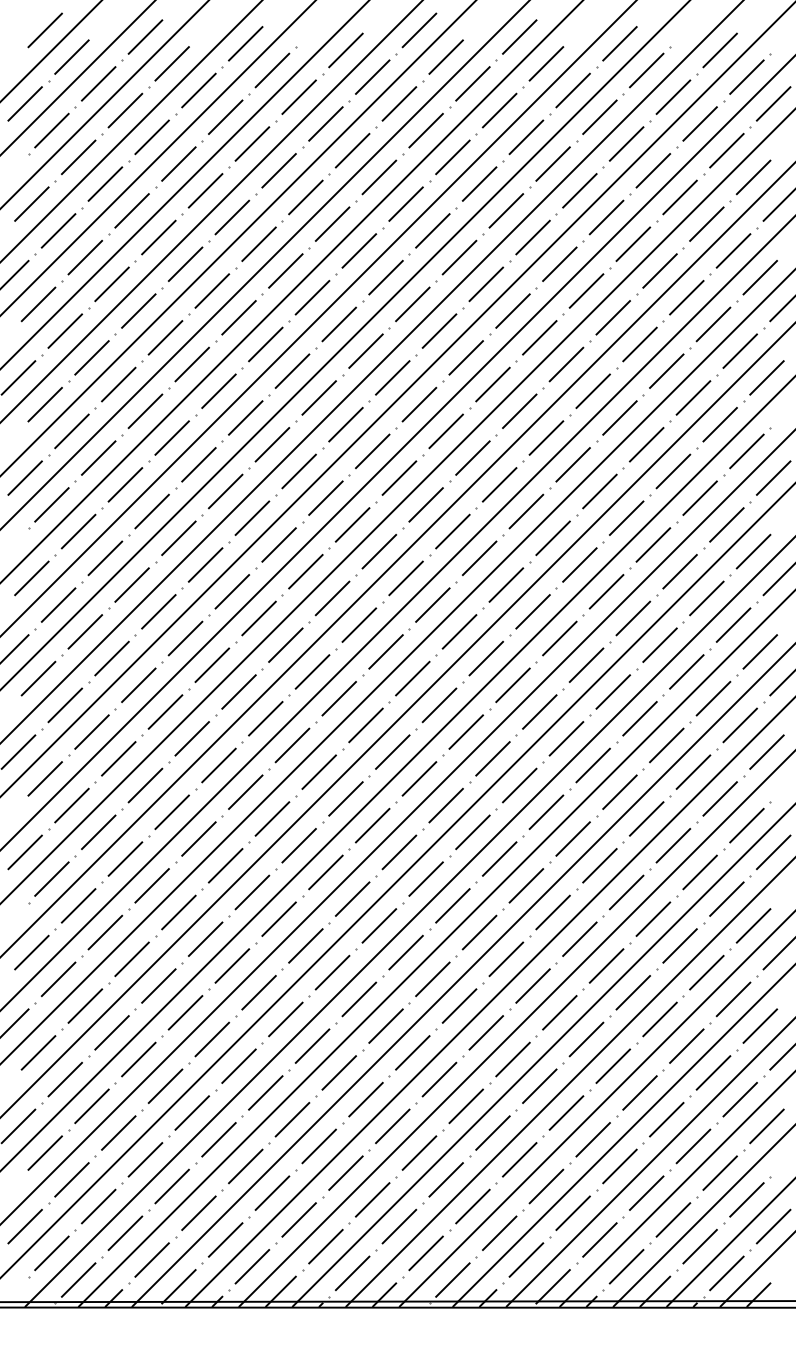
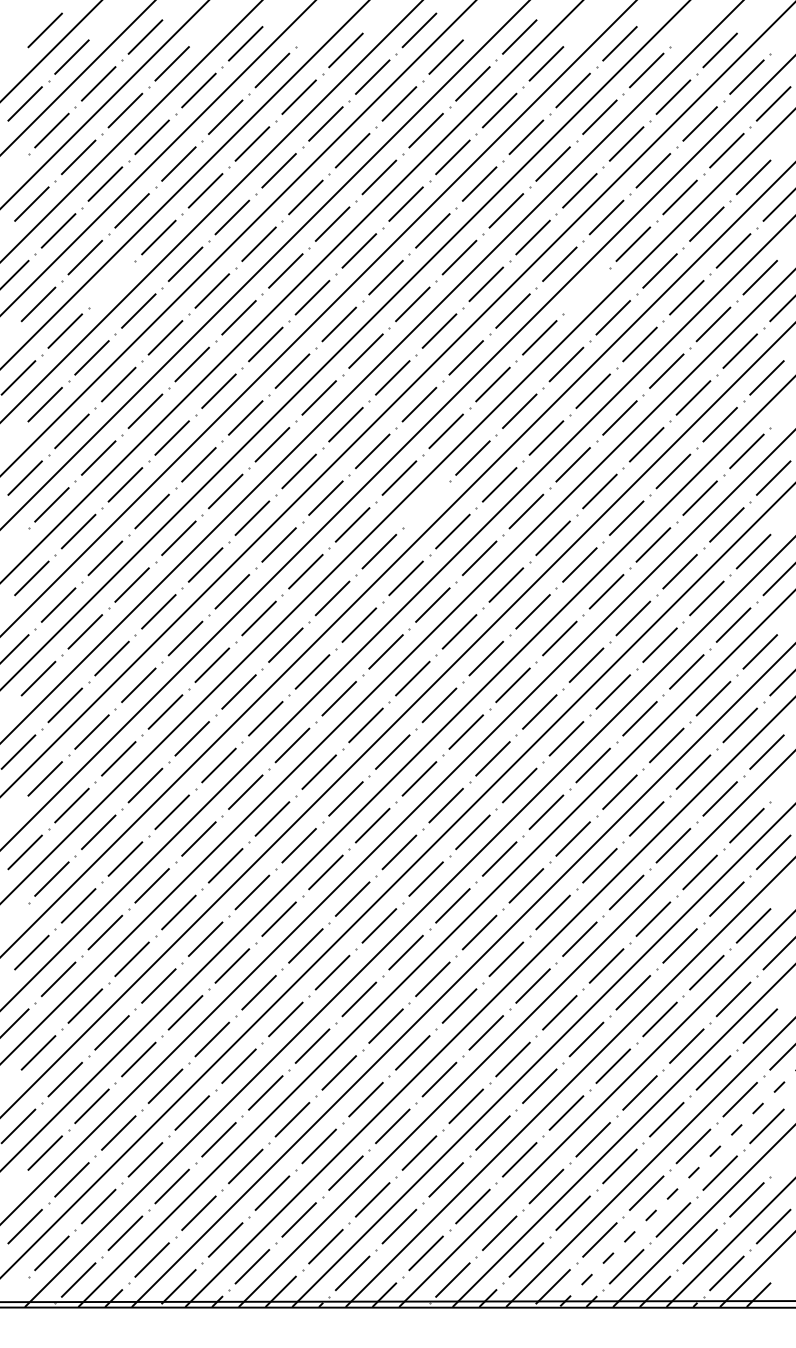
line at (111, 284): present -> none
line at (586, 290): present -> none
line at (425, 504): present -> none
line at (678, 1188): solid -> dashed
